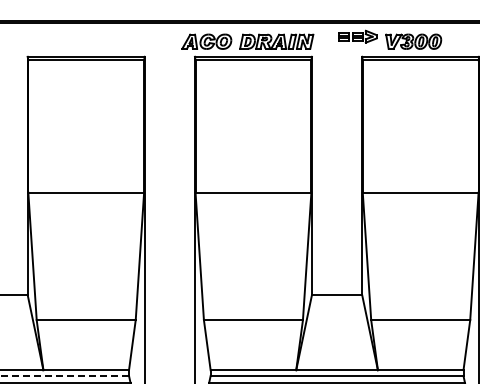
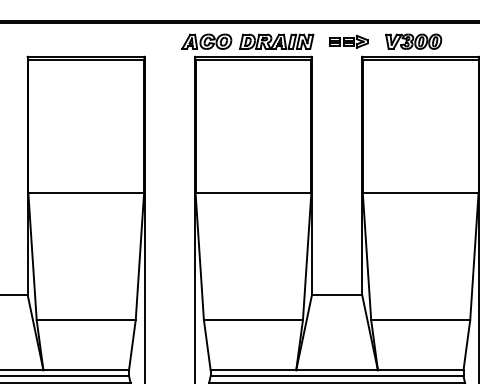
part at (357, 36) position: (357, 36) -> (348, 41)
line at (64, 375): dashed -> solid
